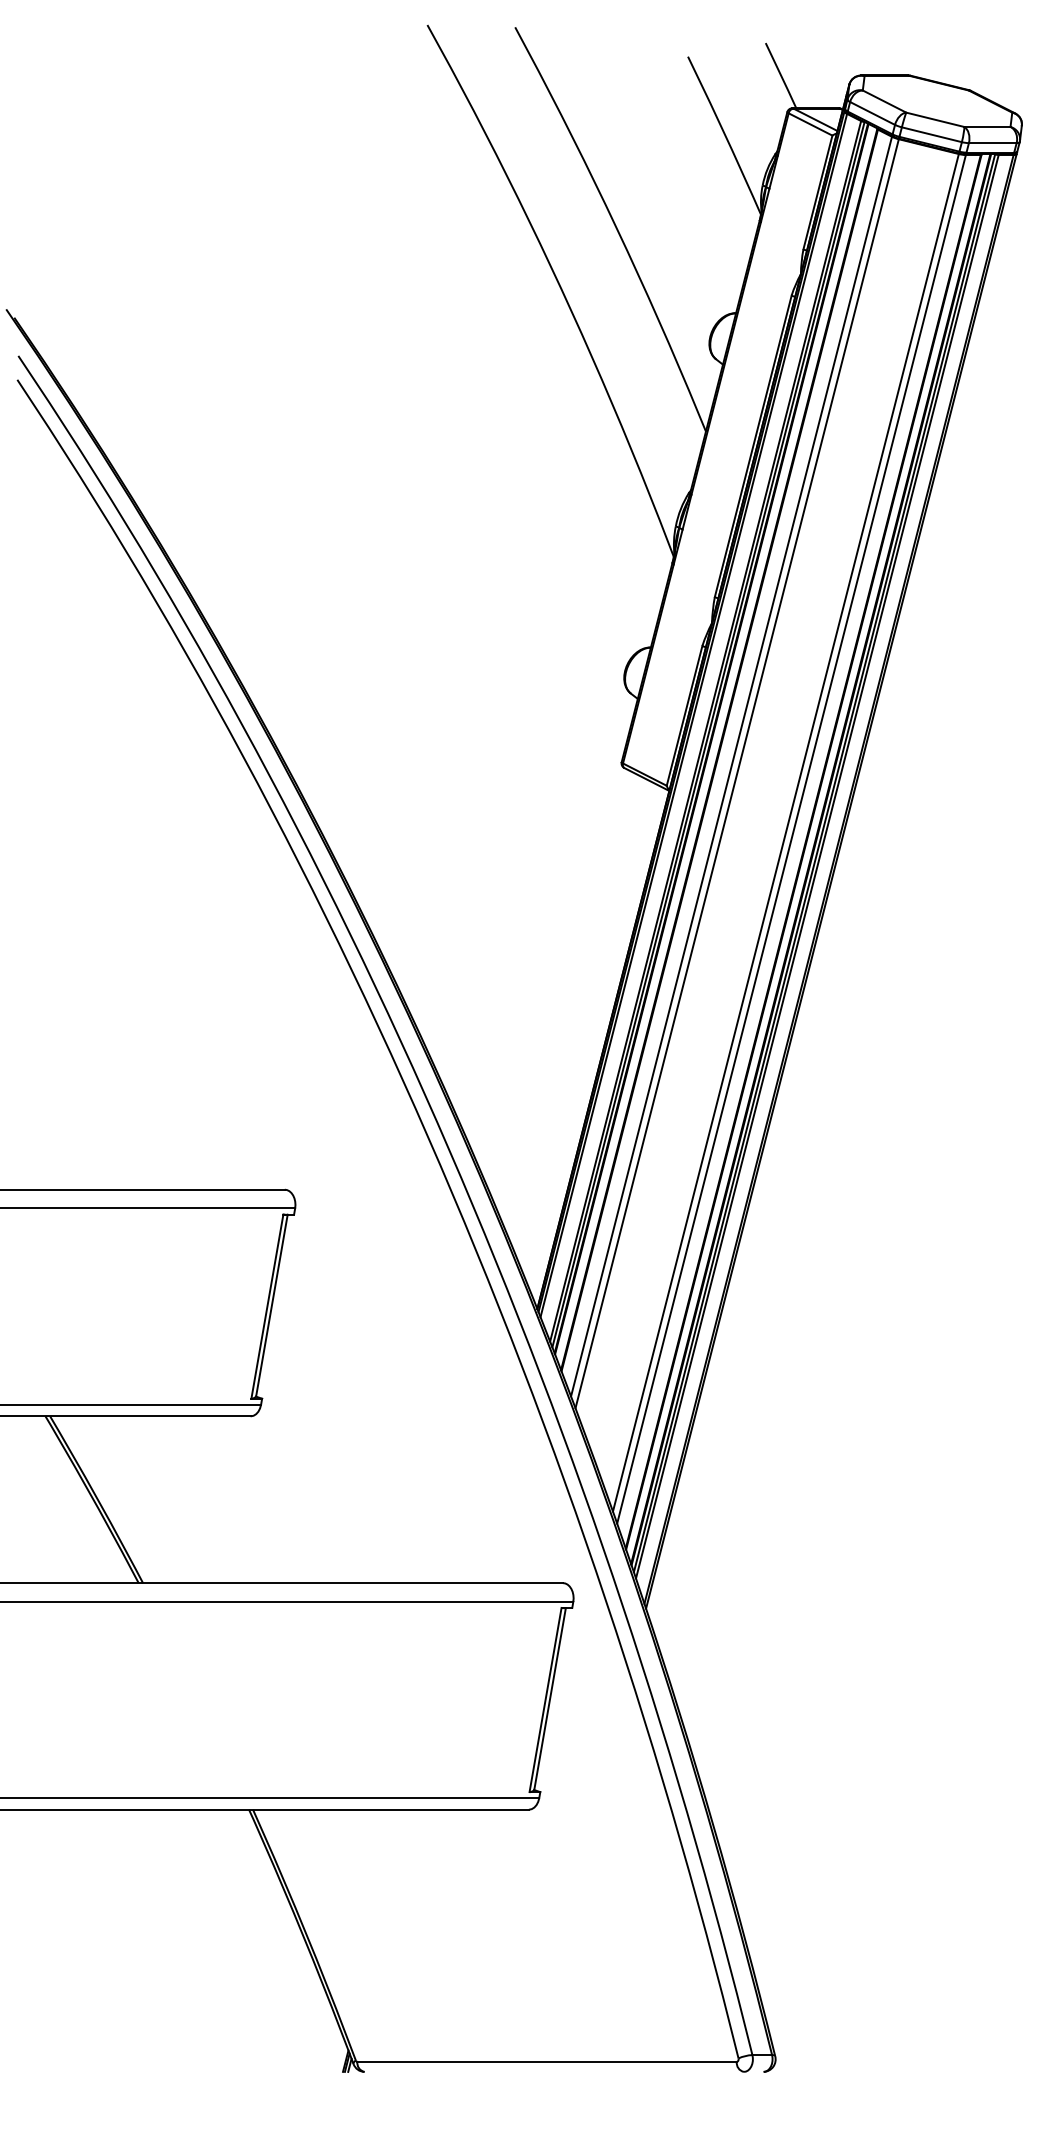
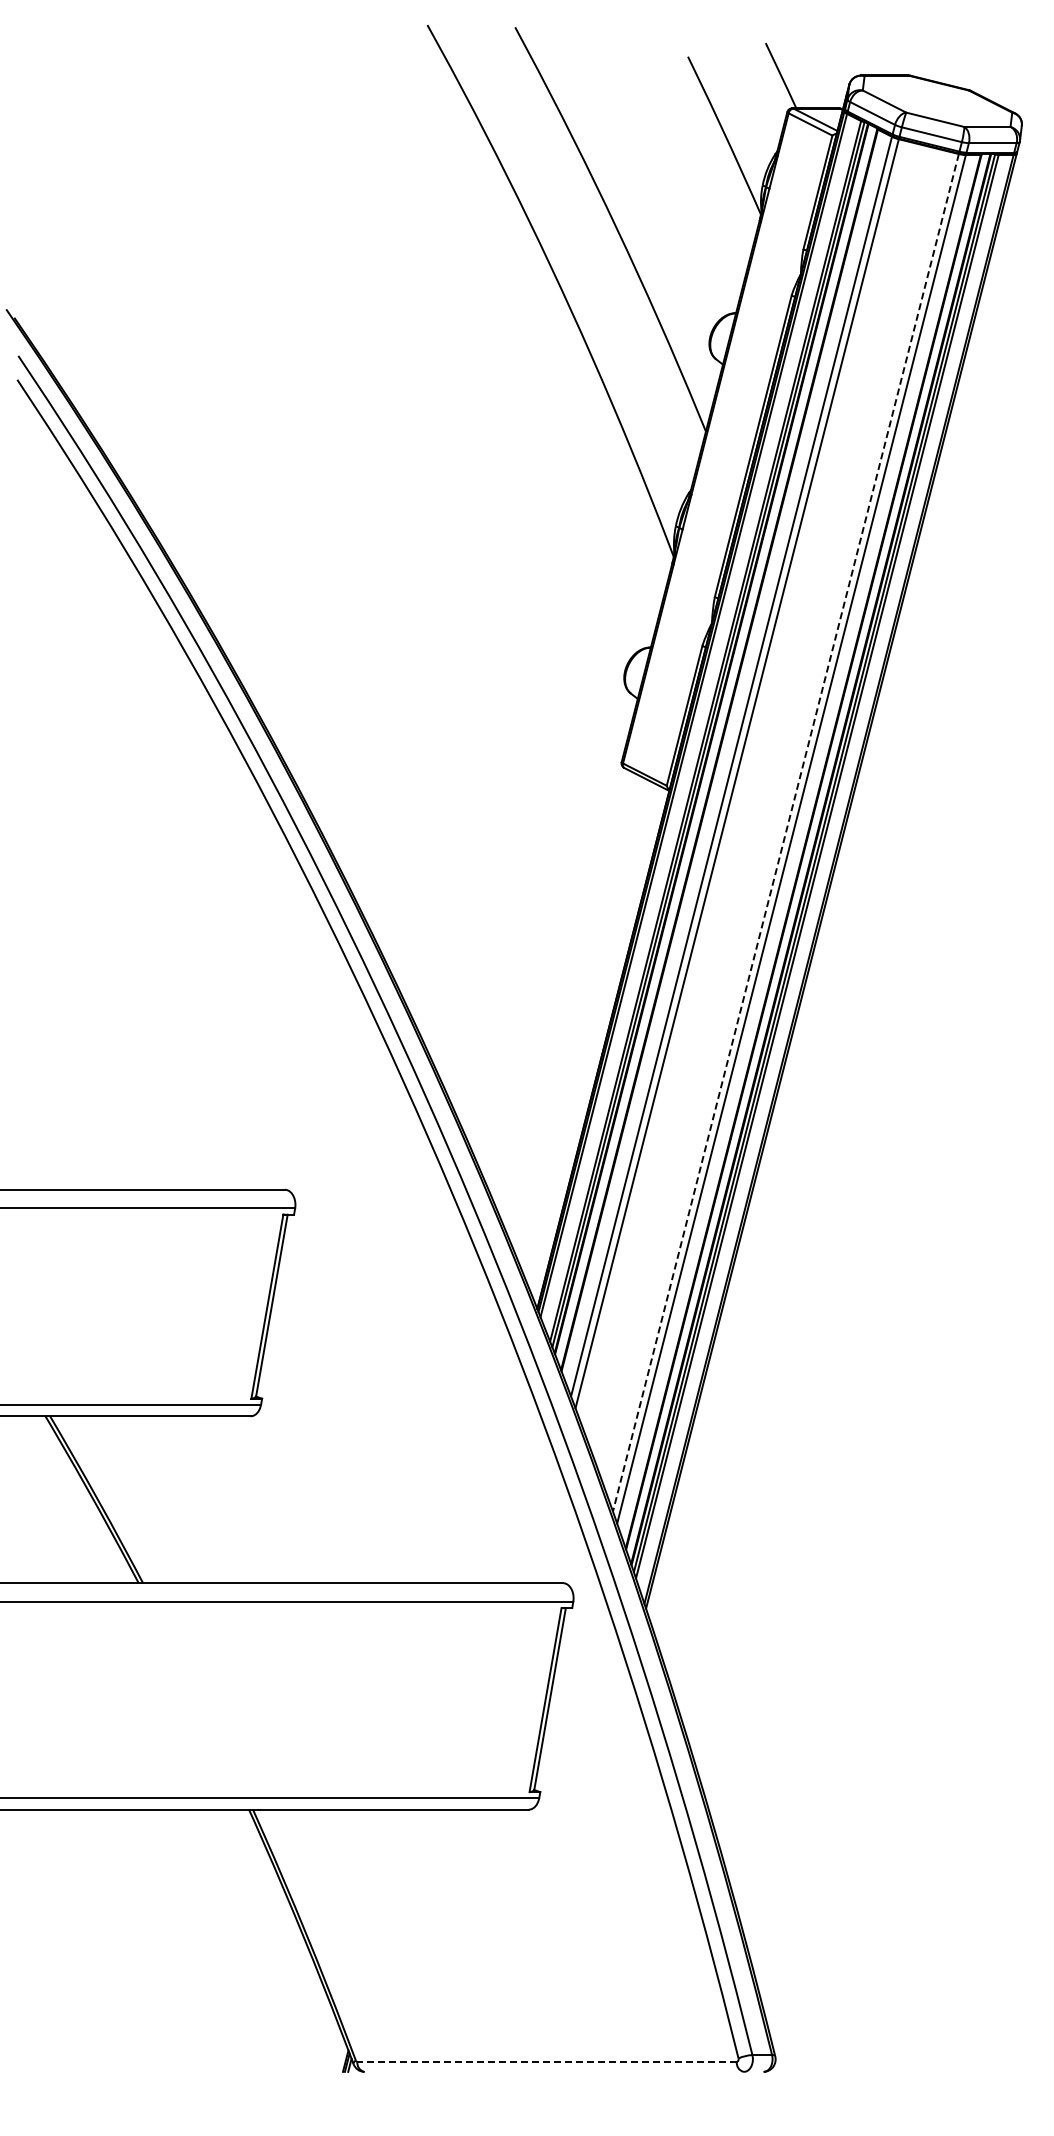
line at (785, 833): solid -> dashed
line at (547, 2061): solid -> dashed
